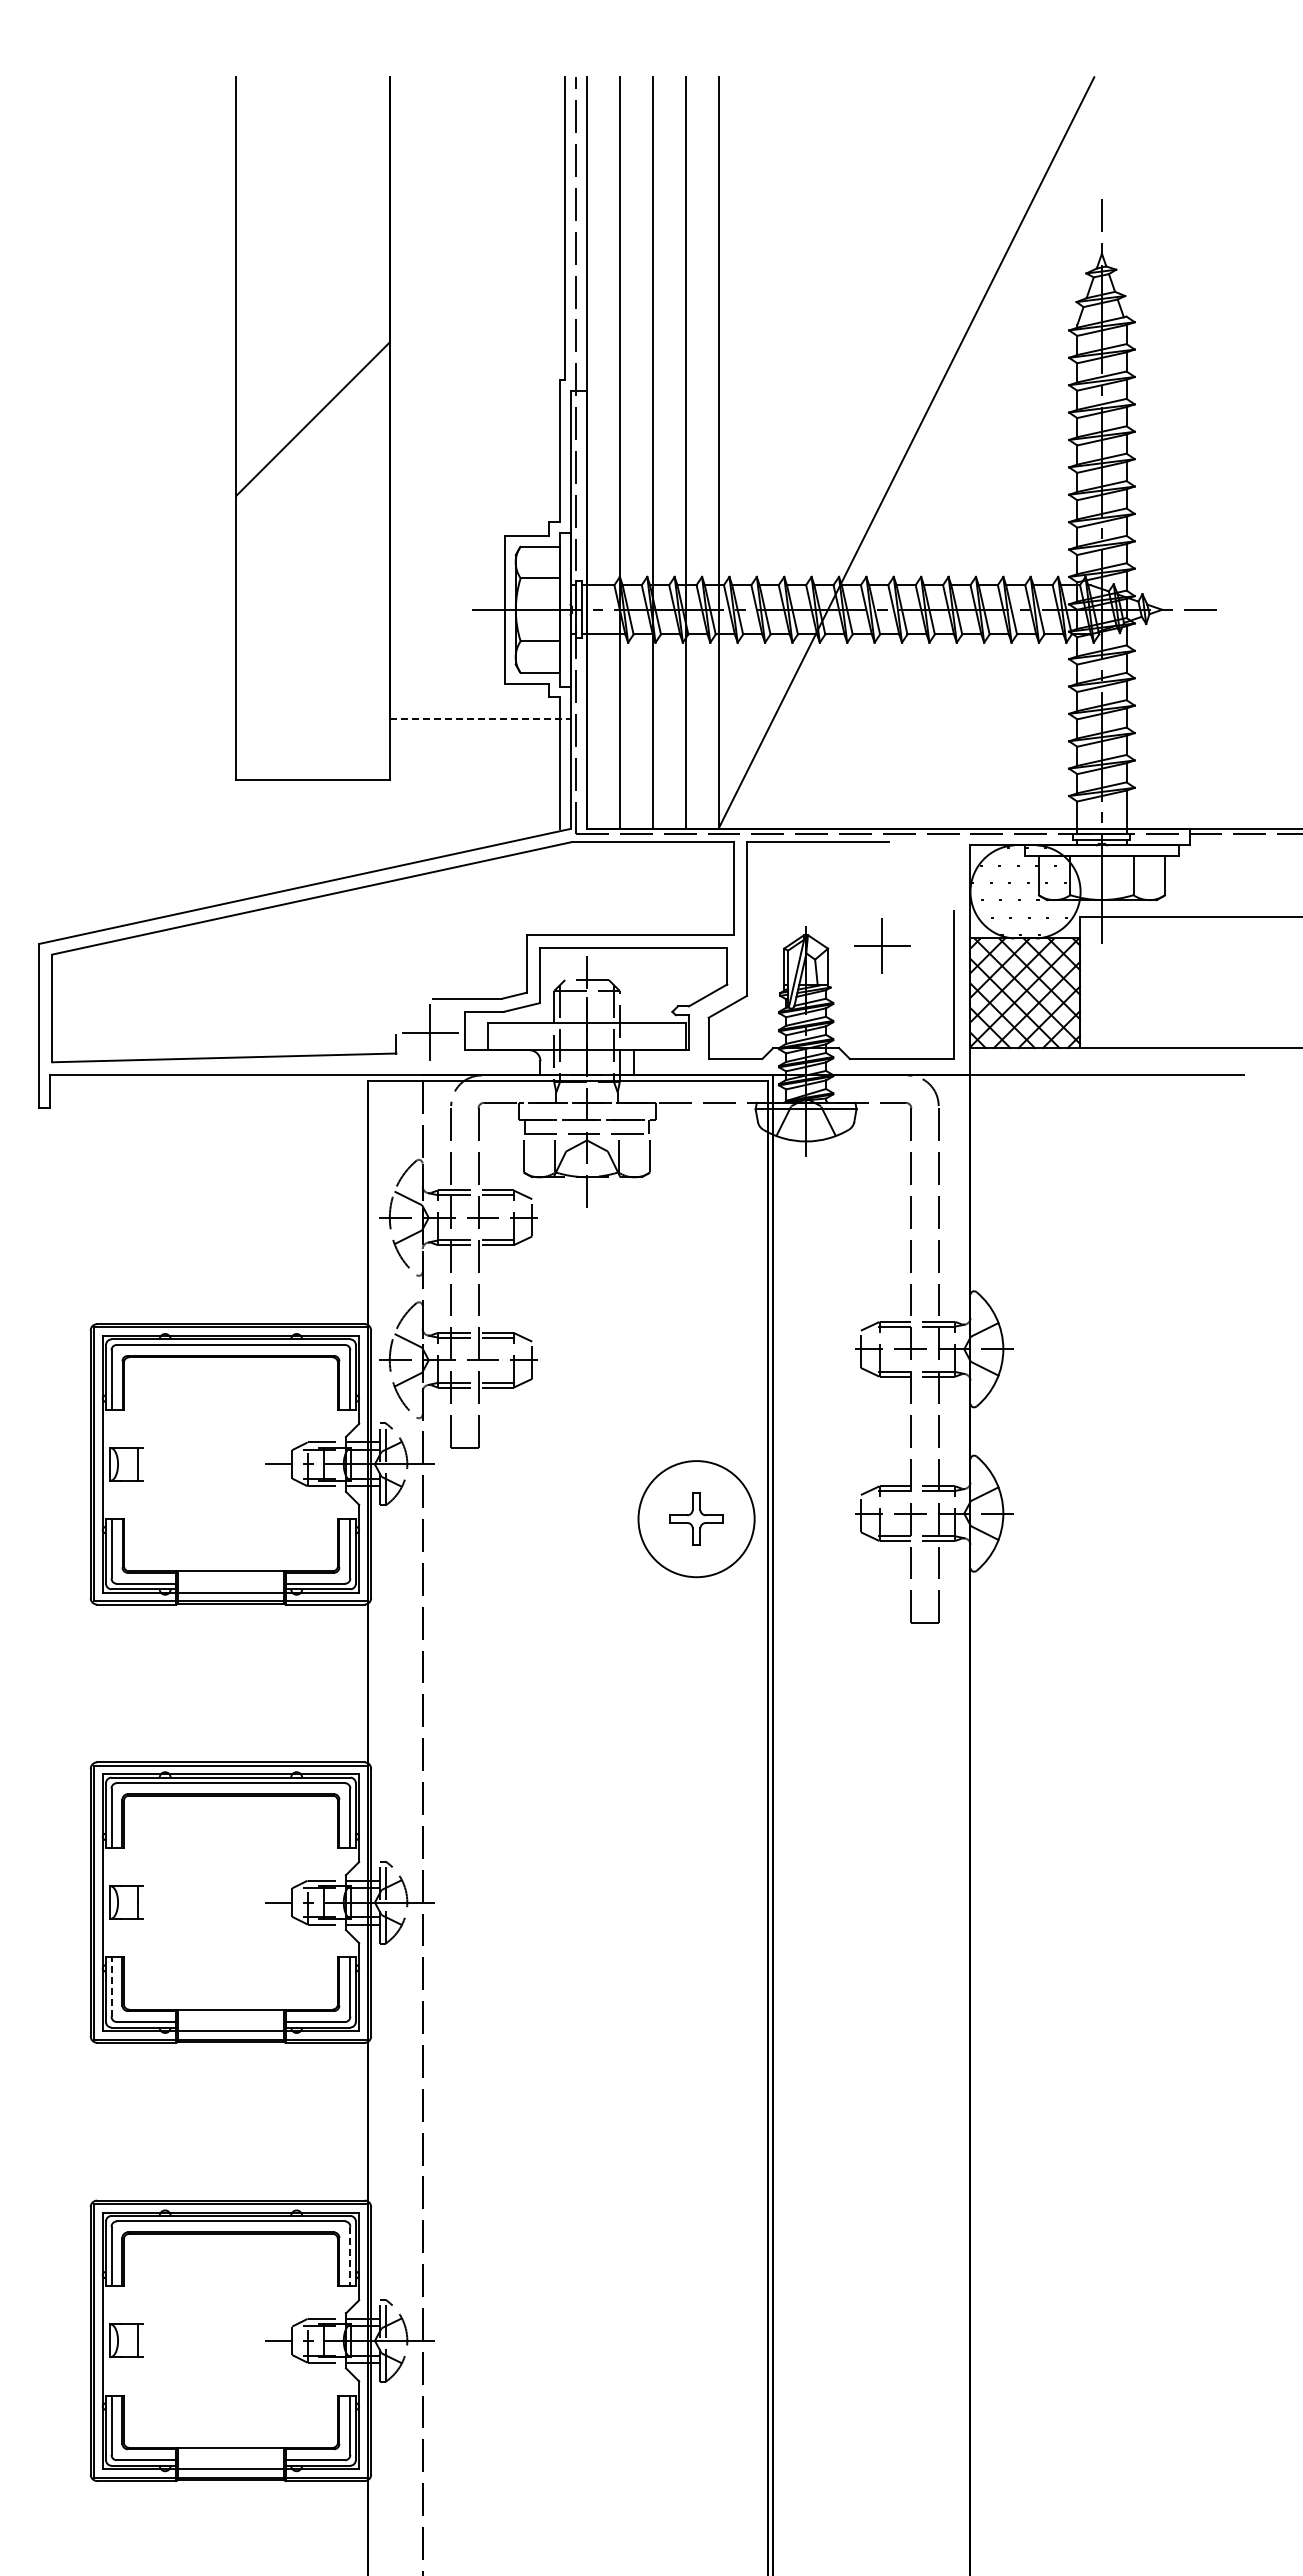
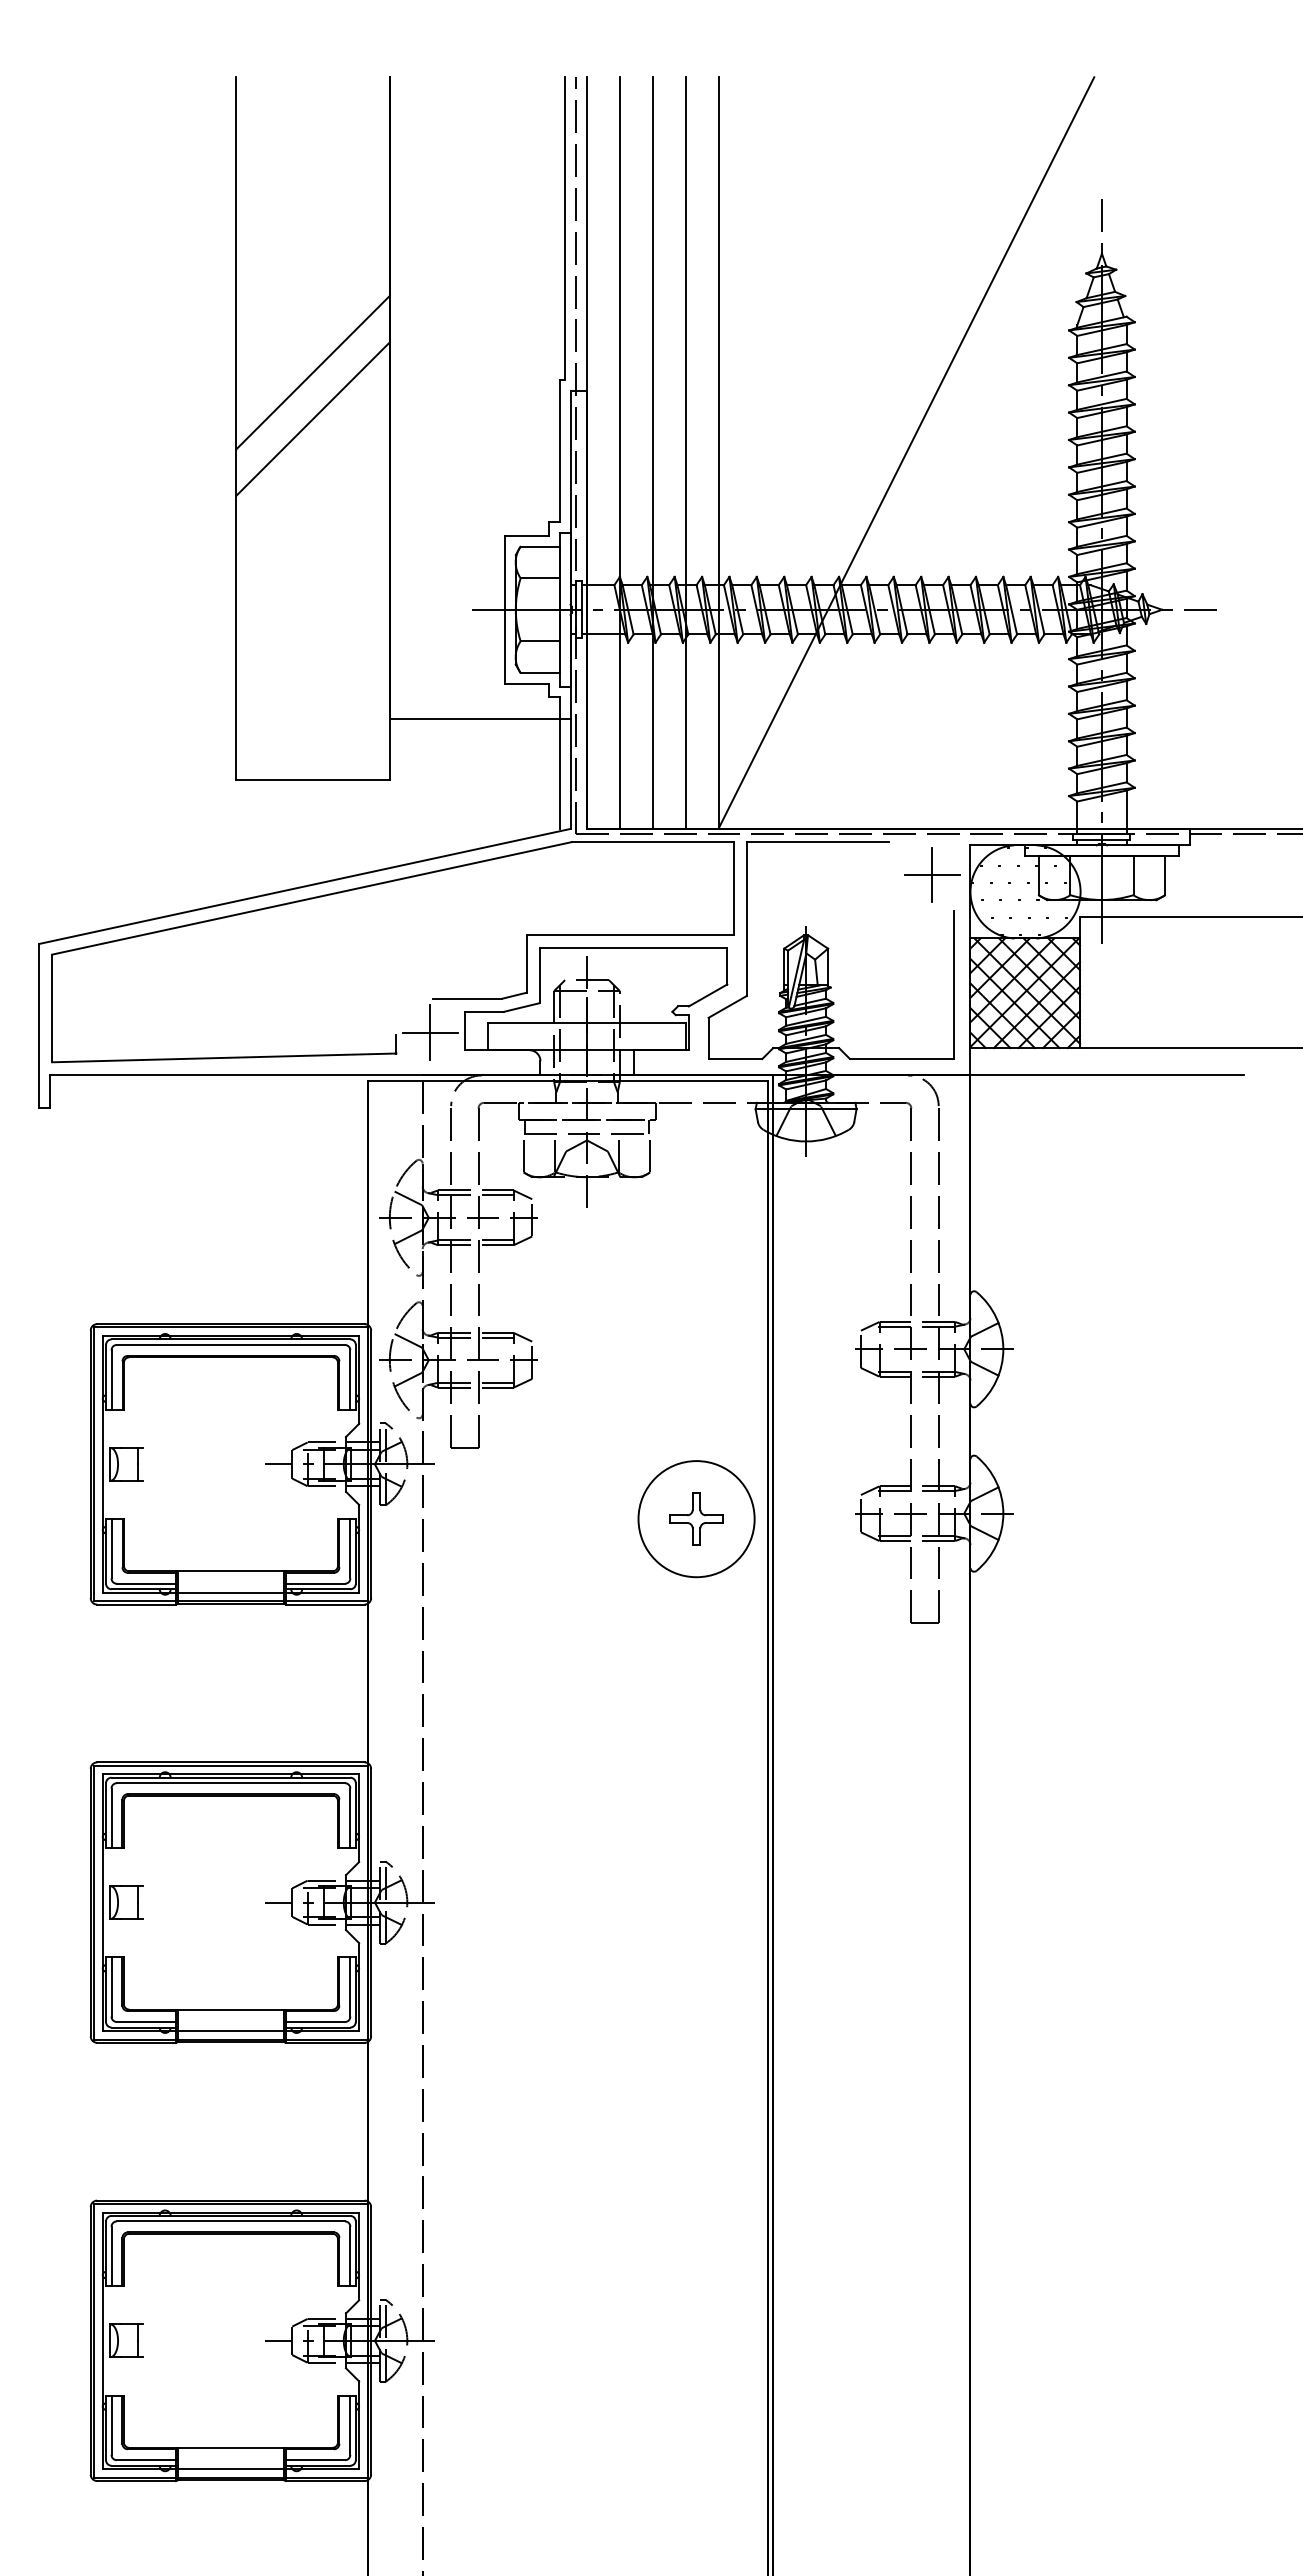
line at (312, 372): none -> present
line at (480, 719): dashed -> solid
part at (882, 945) position: (882, 945) -> (932, 874)
line at (111, 1987): dashed -> solid
line at (350, 2256): dashed -> solid
